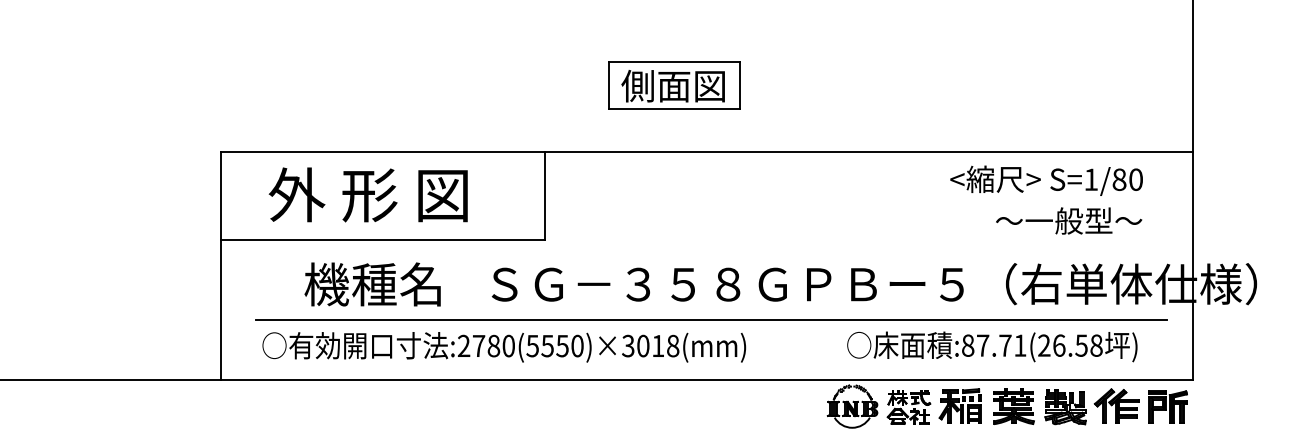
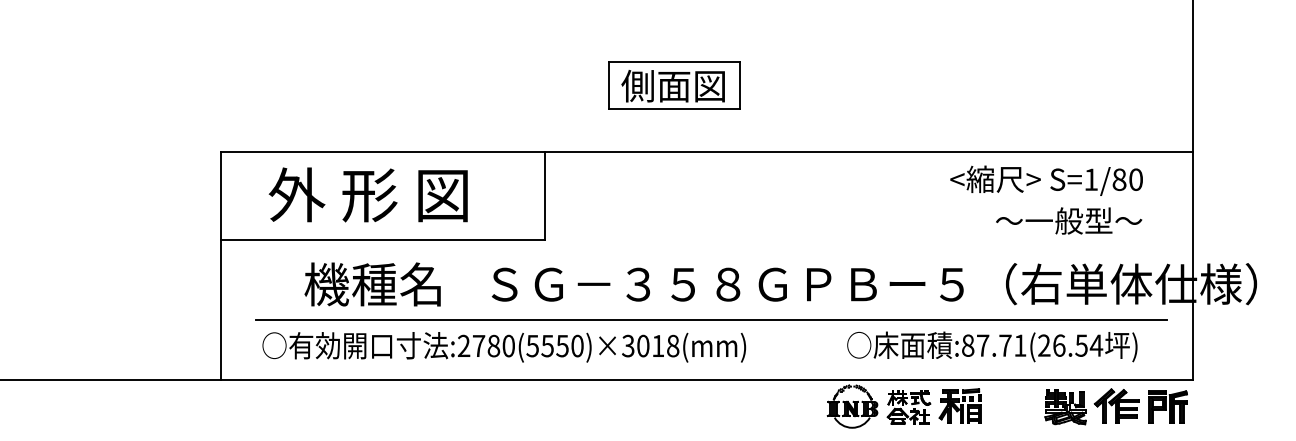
text at (1096, 345): :87.71(26.58 -> :87.71(26.54
part at (1013, 406): present -> none
